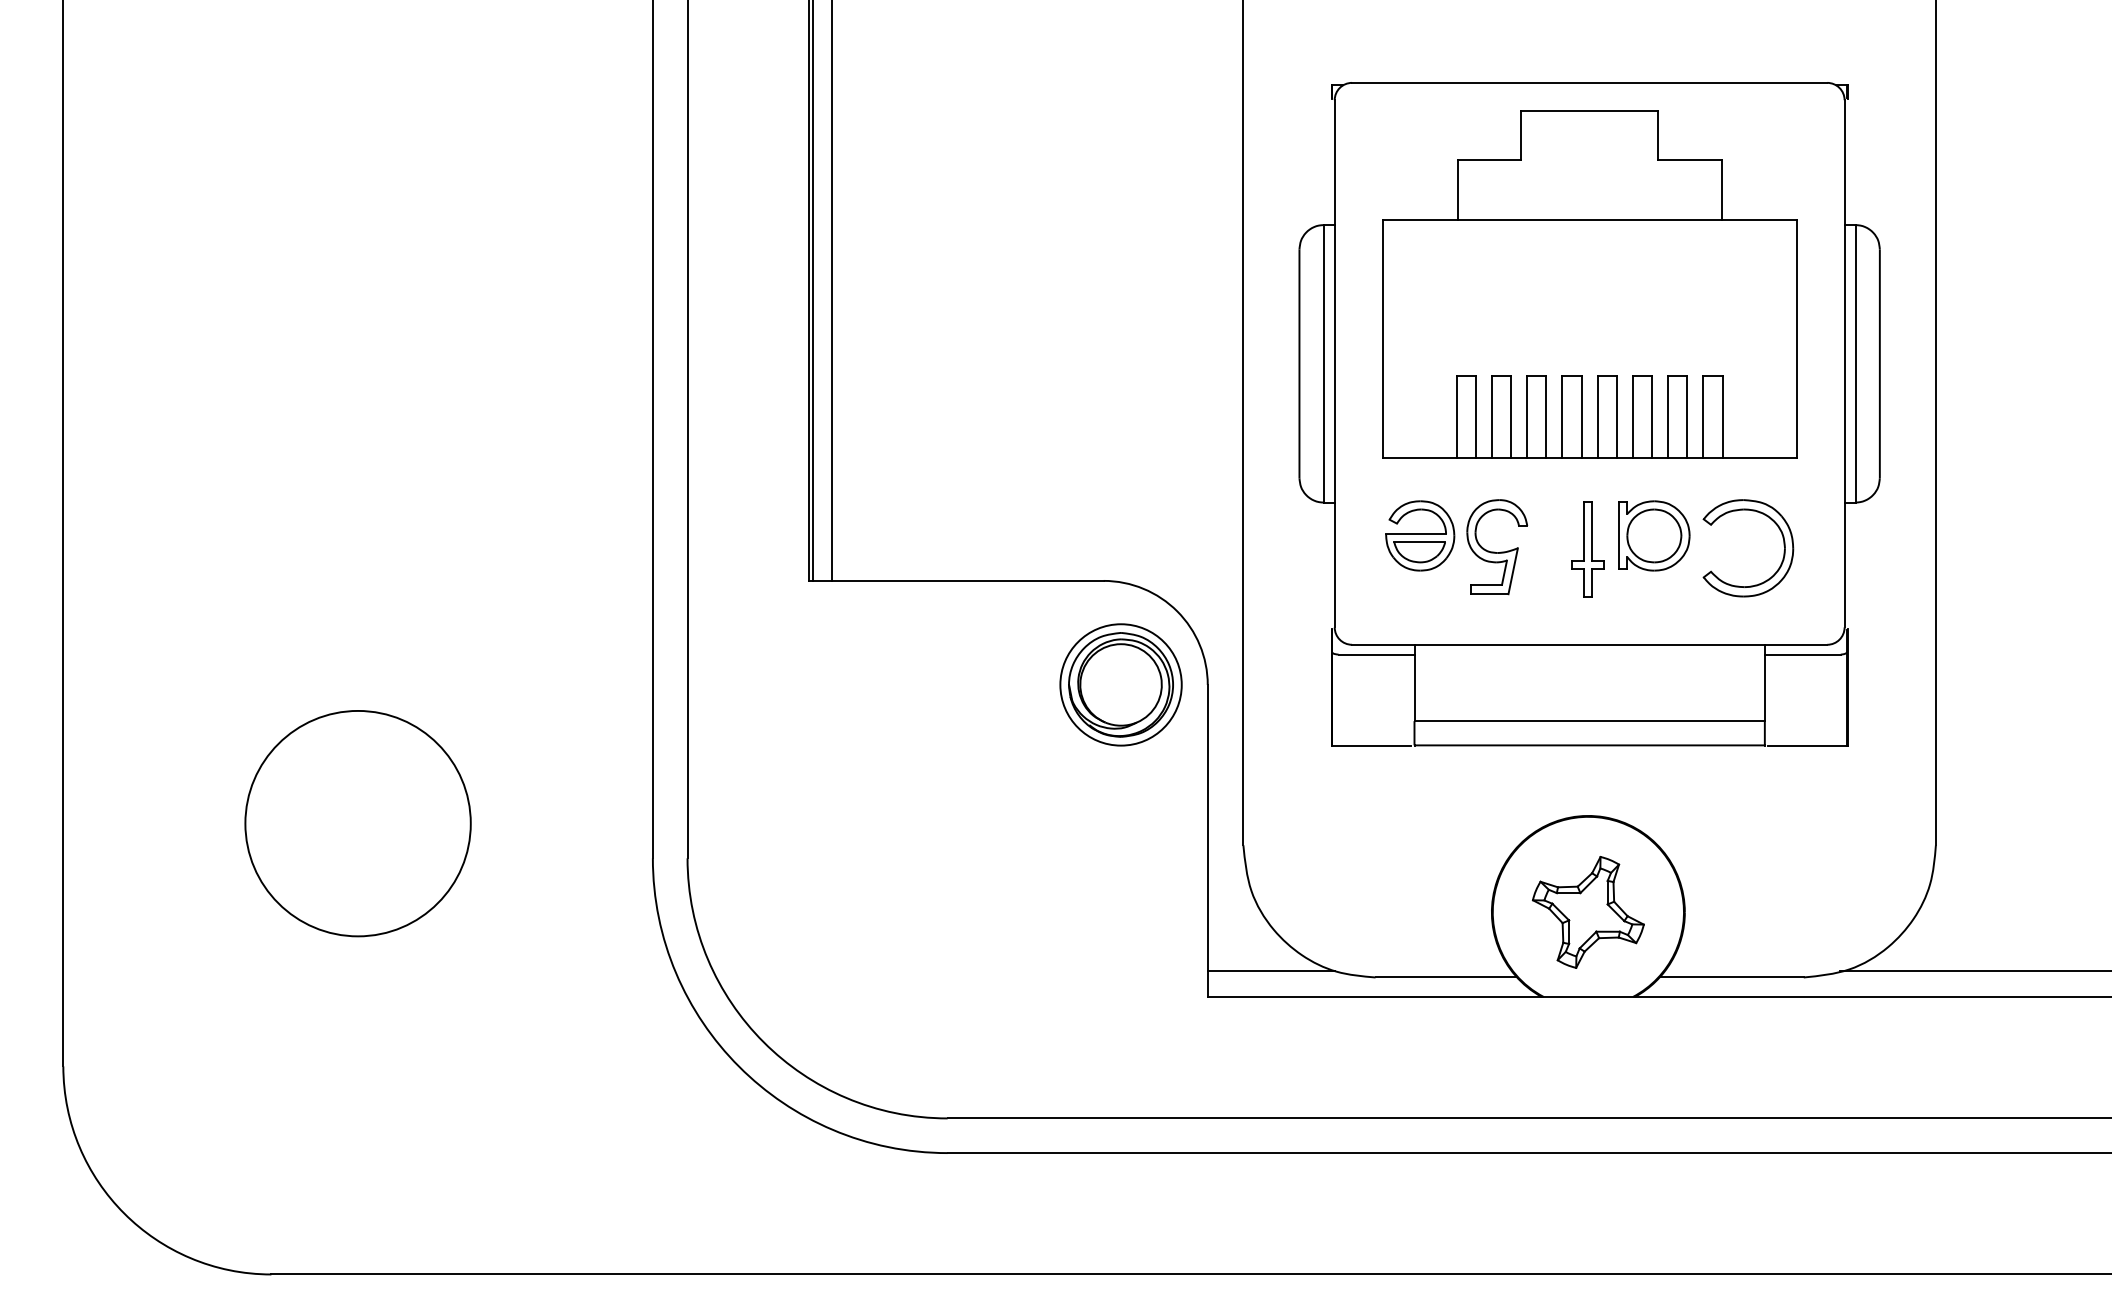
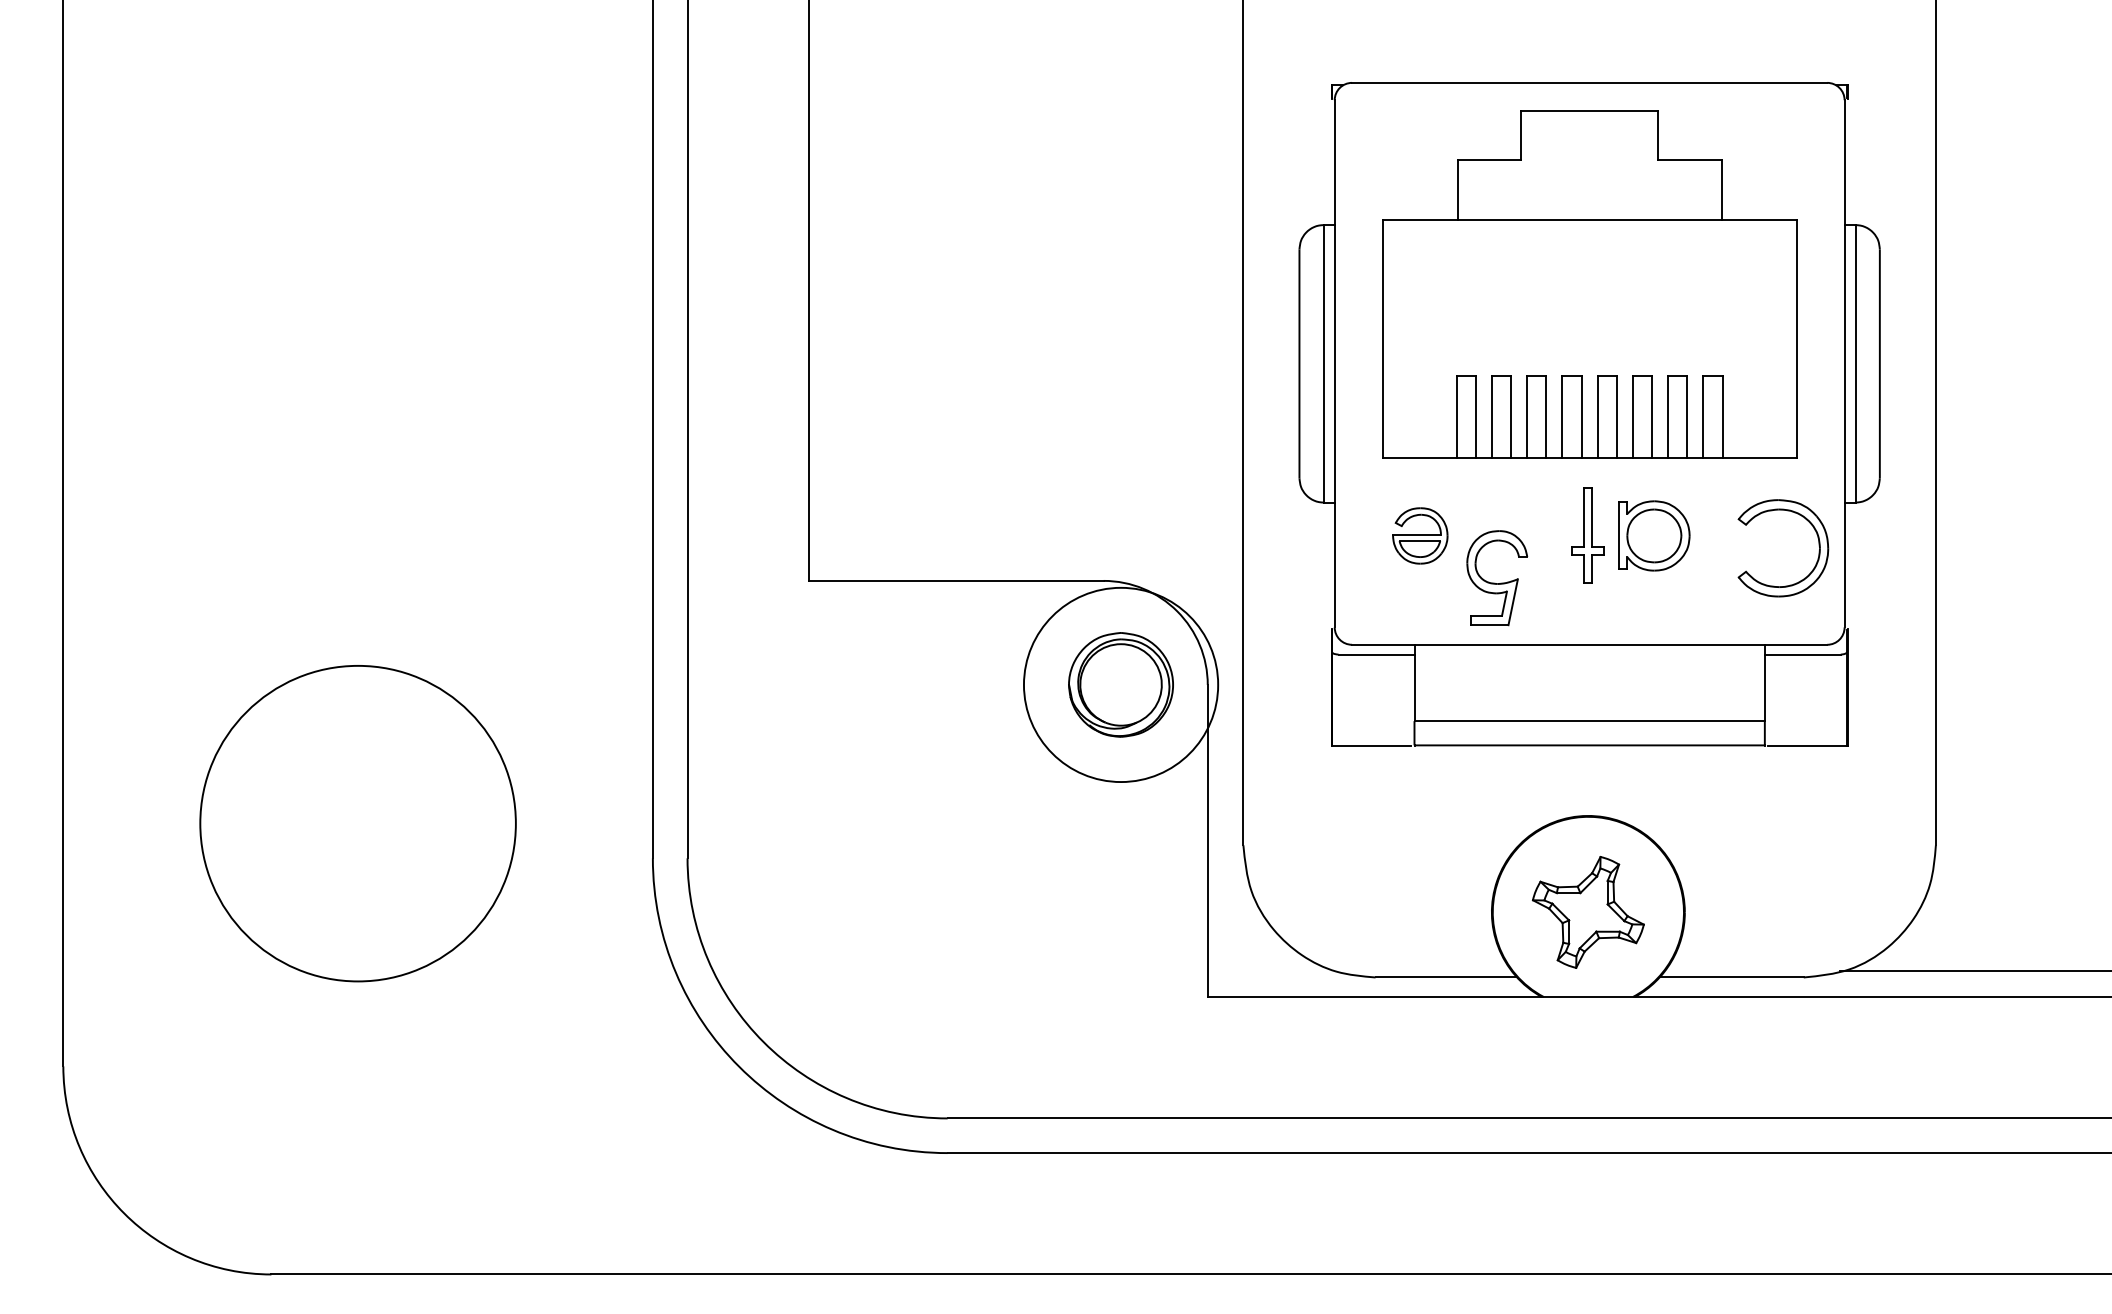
line at (812, 291): present -> none
line at (831, 291): present -> none
part at (1420, 535) size: 71x72 px -> 57x58 px
part at (1783, 545) position: (1783, 545) -> (1818, 545)
part at (1497, 547) position: (1497, 547) -> (1497, 578)
part at (1587, 549) position: (1587, 549) -> (1587, 535)
circle at (1120, 684) diameter: 121 px -> 194 px
circle at (357, 823) diameter: 225 px -> 316 px
line at (1271, 971): present -> none
